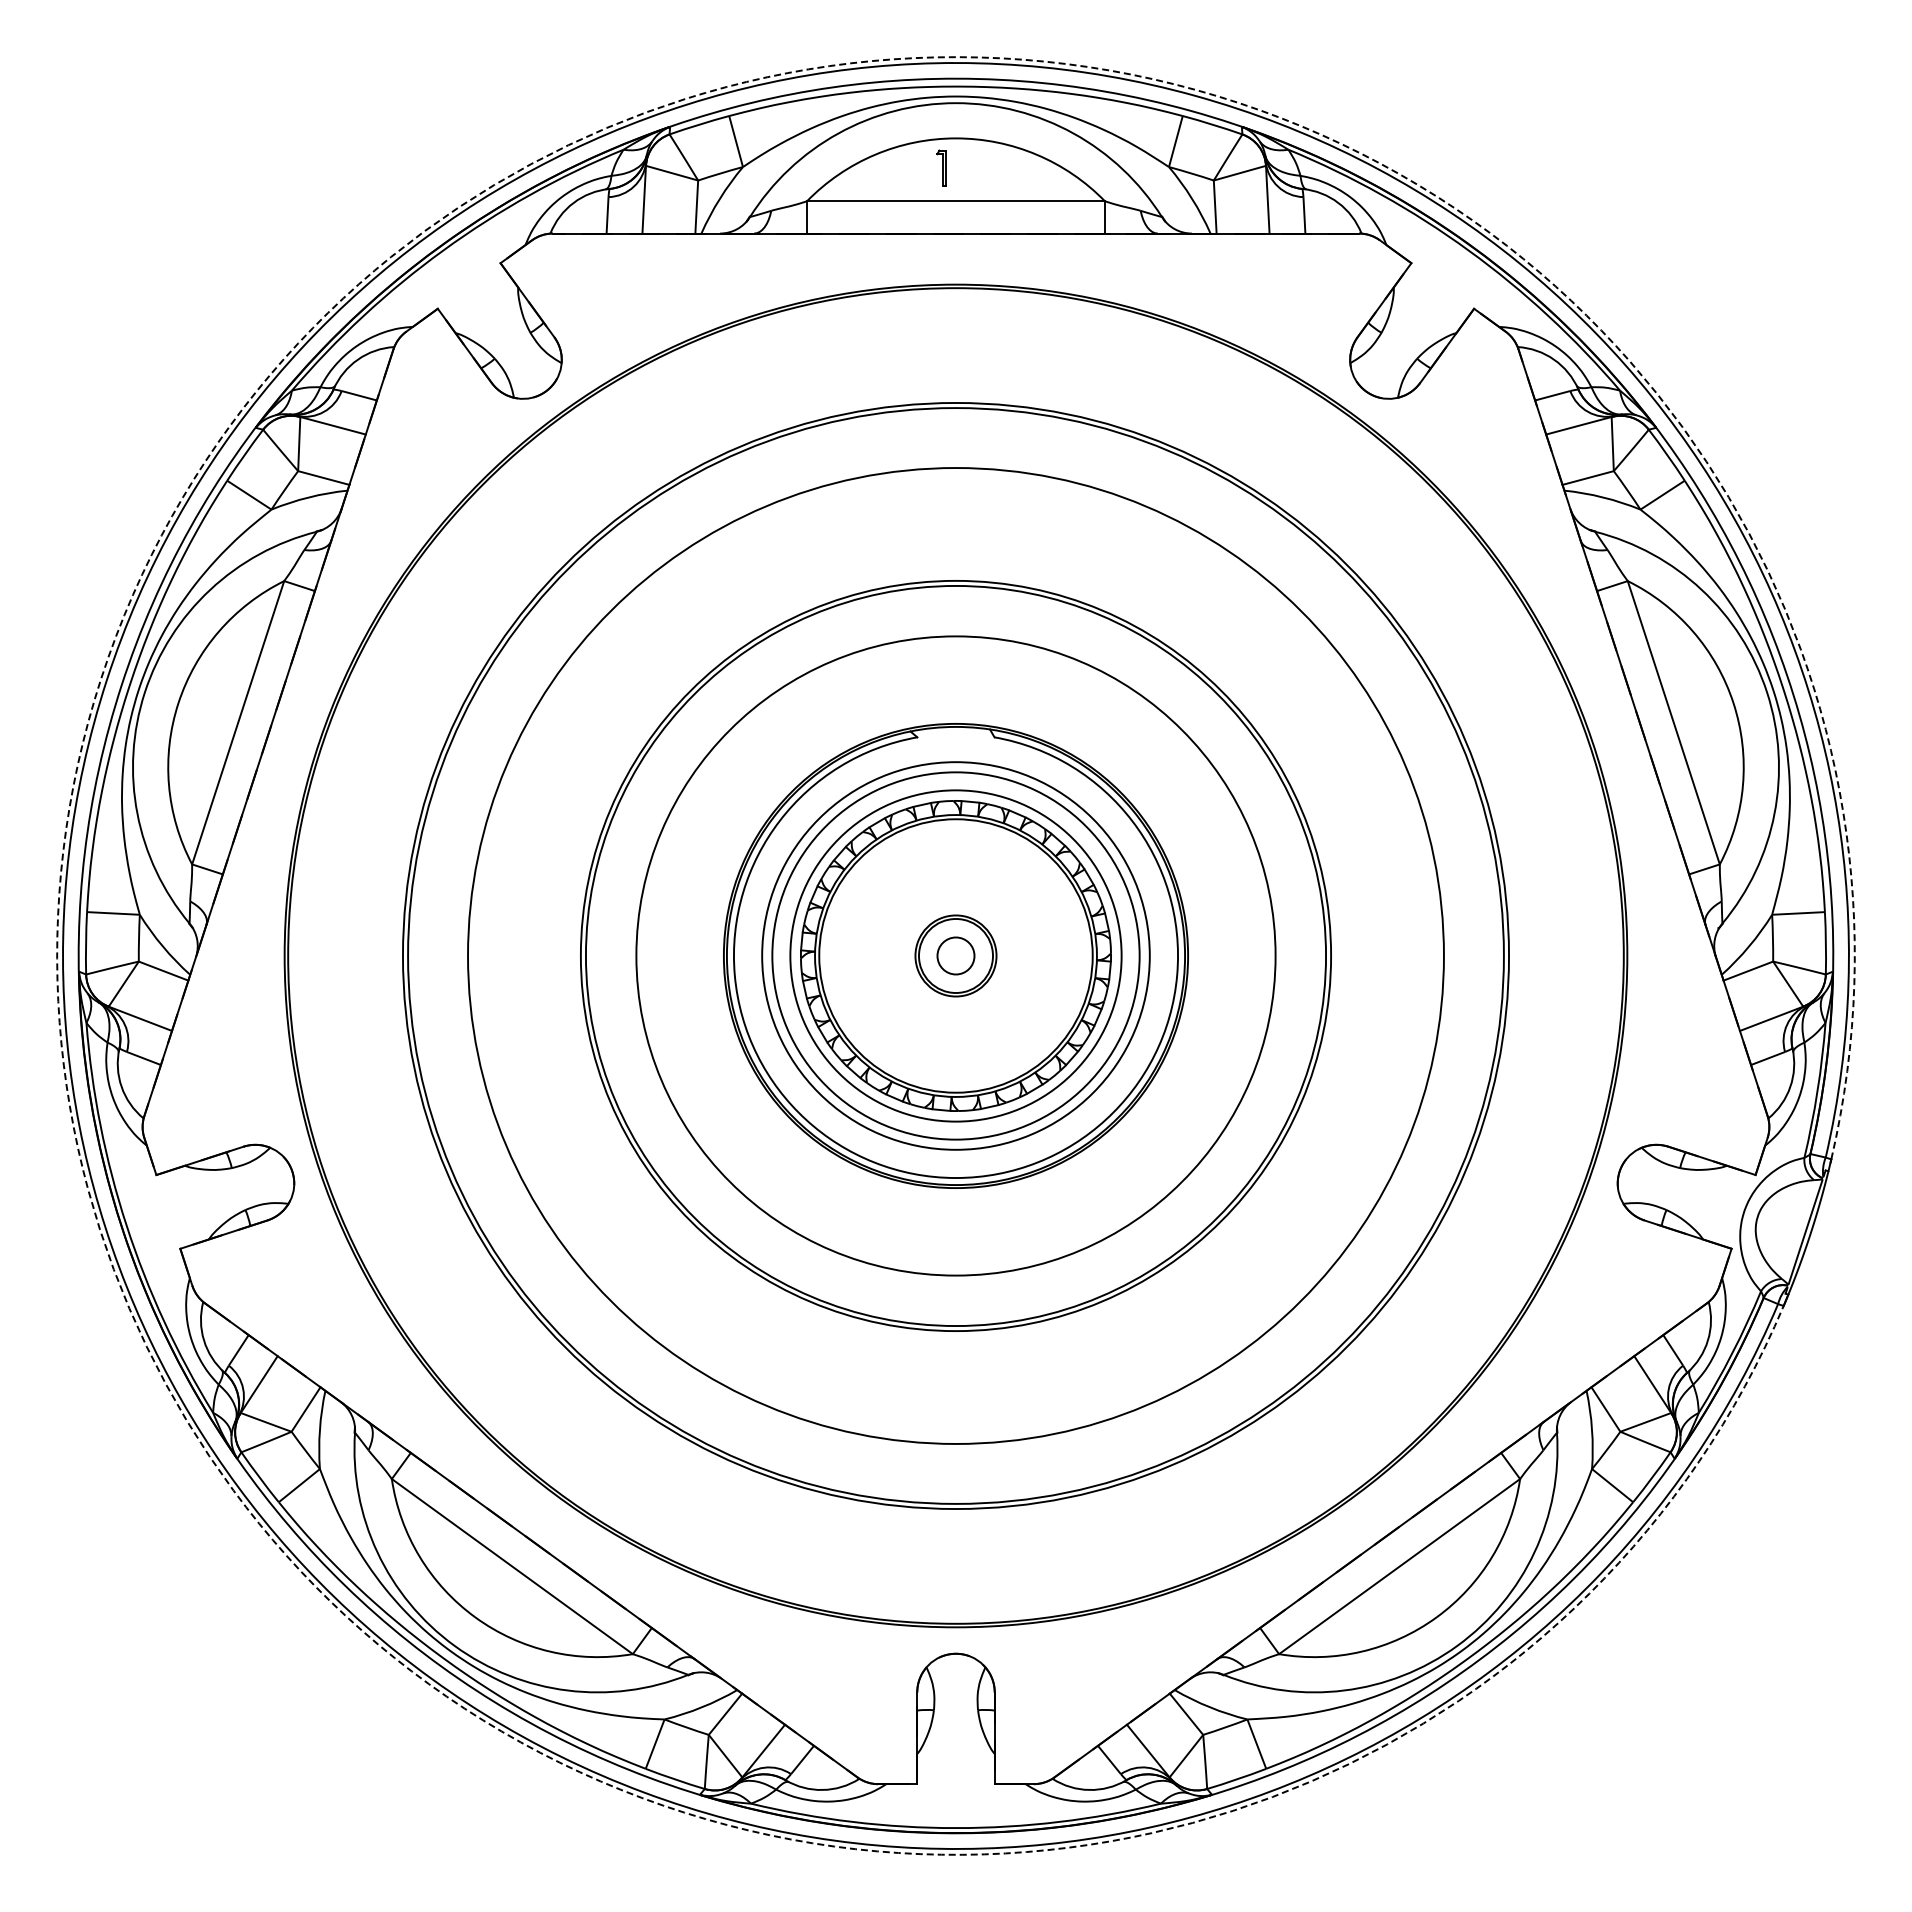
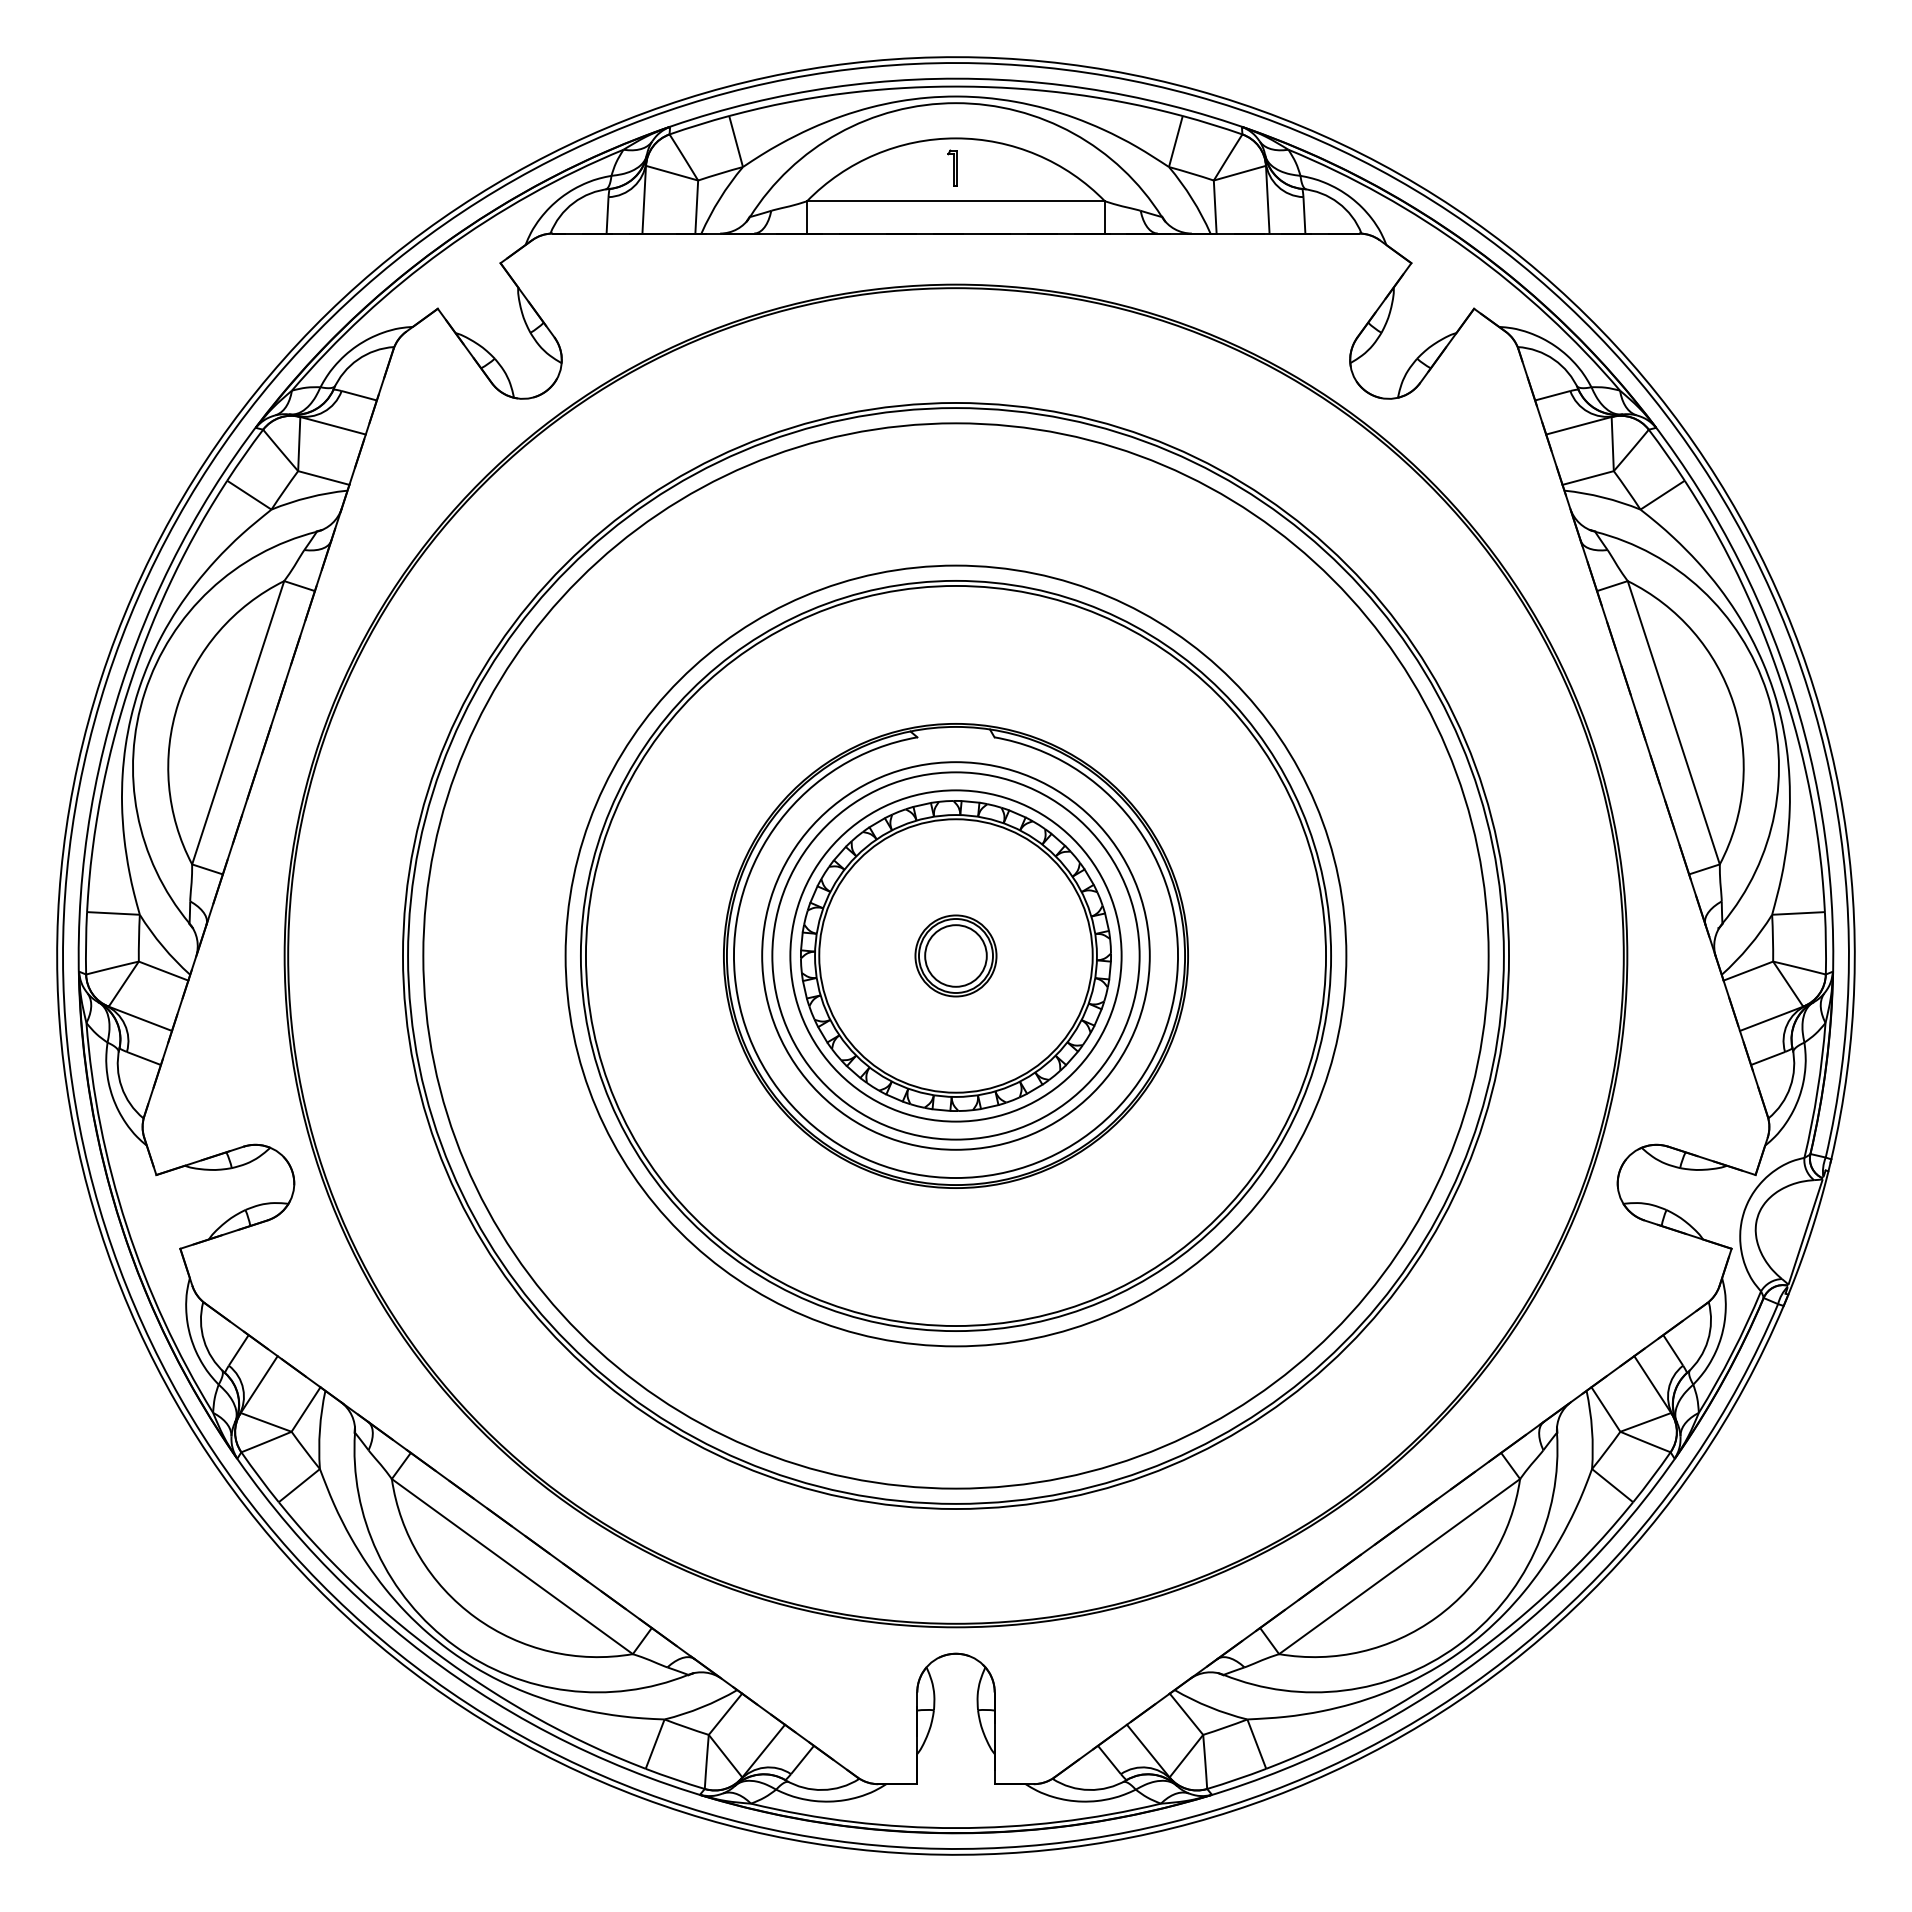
part at (941, 167) position: (941, 167) -> (952, 167)
arc at (101, 678): dashed -> solid
circle at (955, 955) diameter: 37 px -> 62 px
circle at (955, 955) diameter: 639 px -> 1065 px
circle at (955, 955) diameter: 976 px -> 781 px
